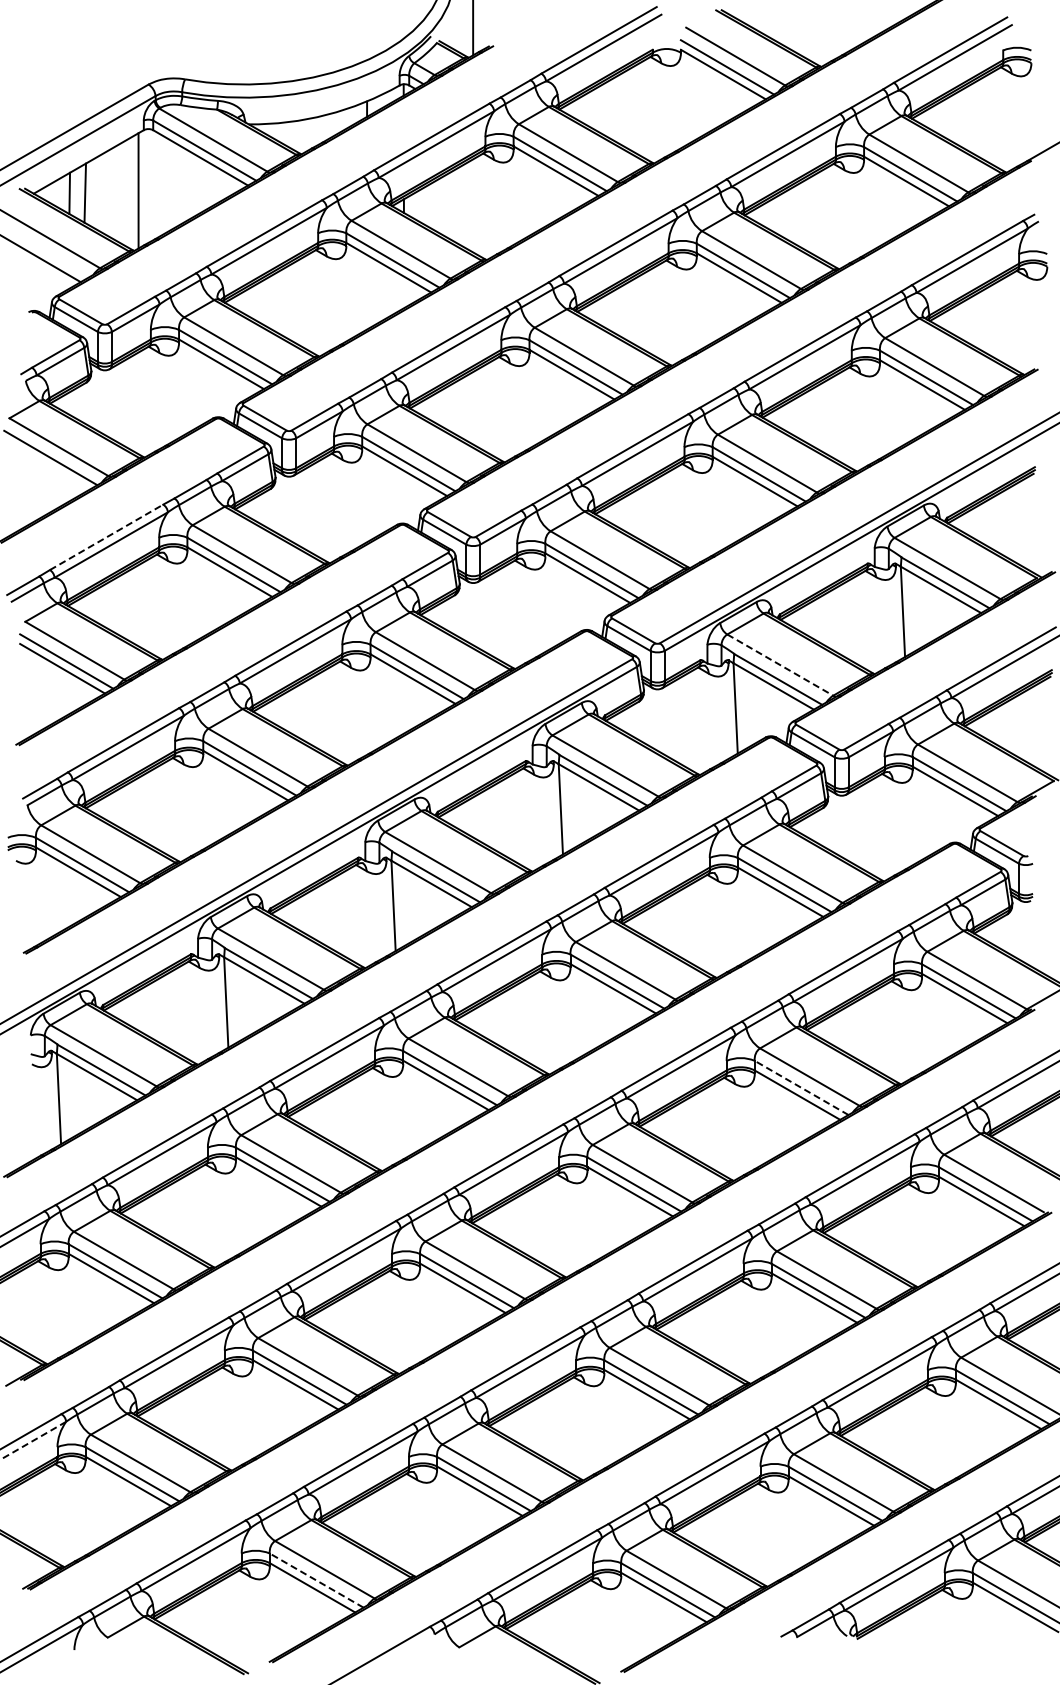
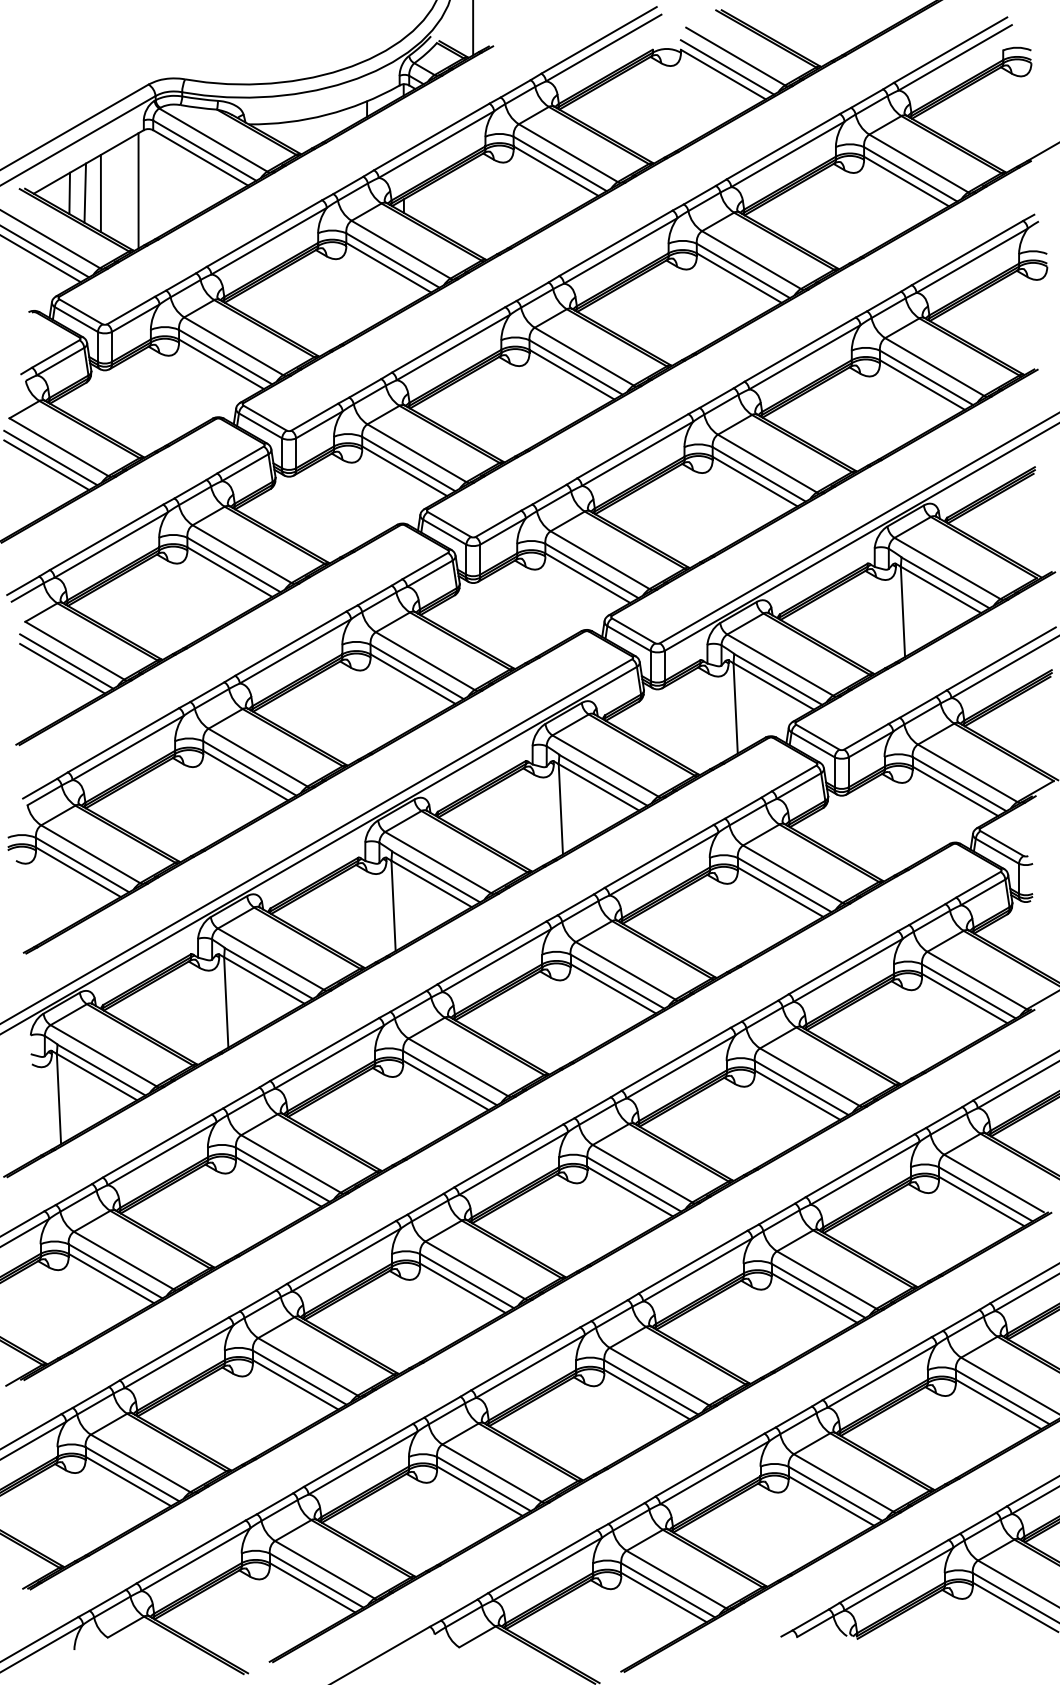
line at (100, 193): none -> present
line at (45, 251): none -> present
line at (46, 465): none -> present
line at (107, 537): dashed -> solid
line at (780, 665): dashed -> solid
line at (801, 1087): dashed -> solid
line at (33, 1440): dashed -> solid
line at (316, 1580): dashed -> solid
